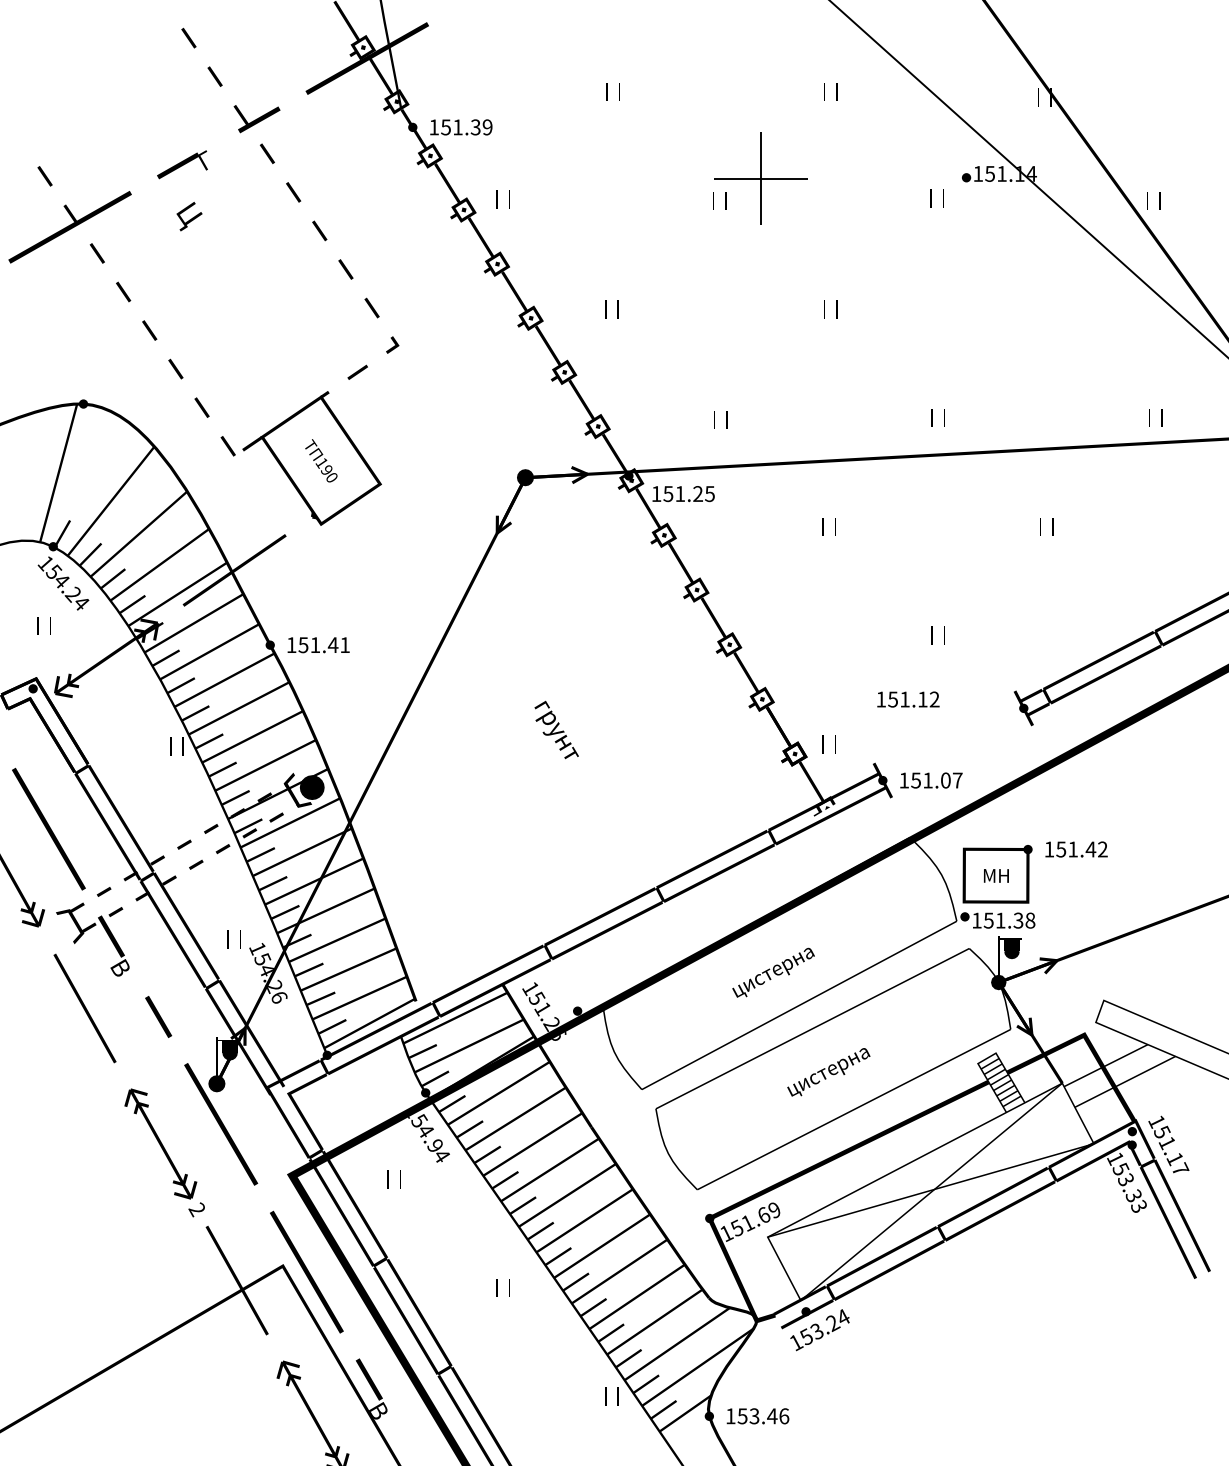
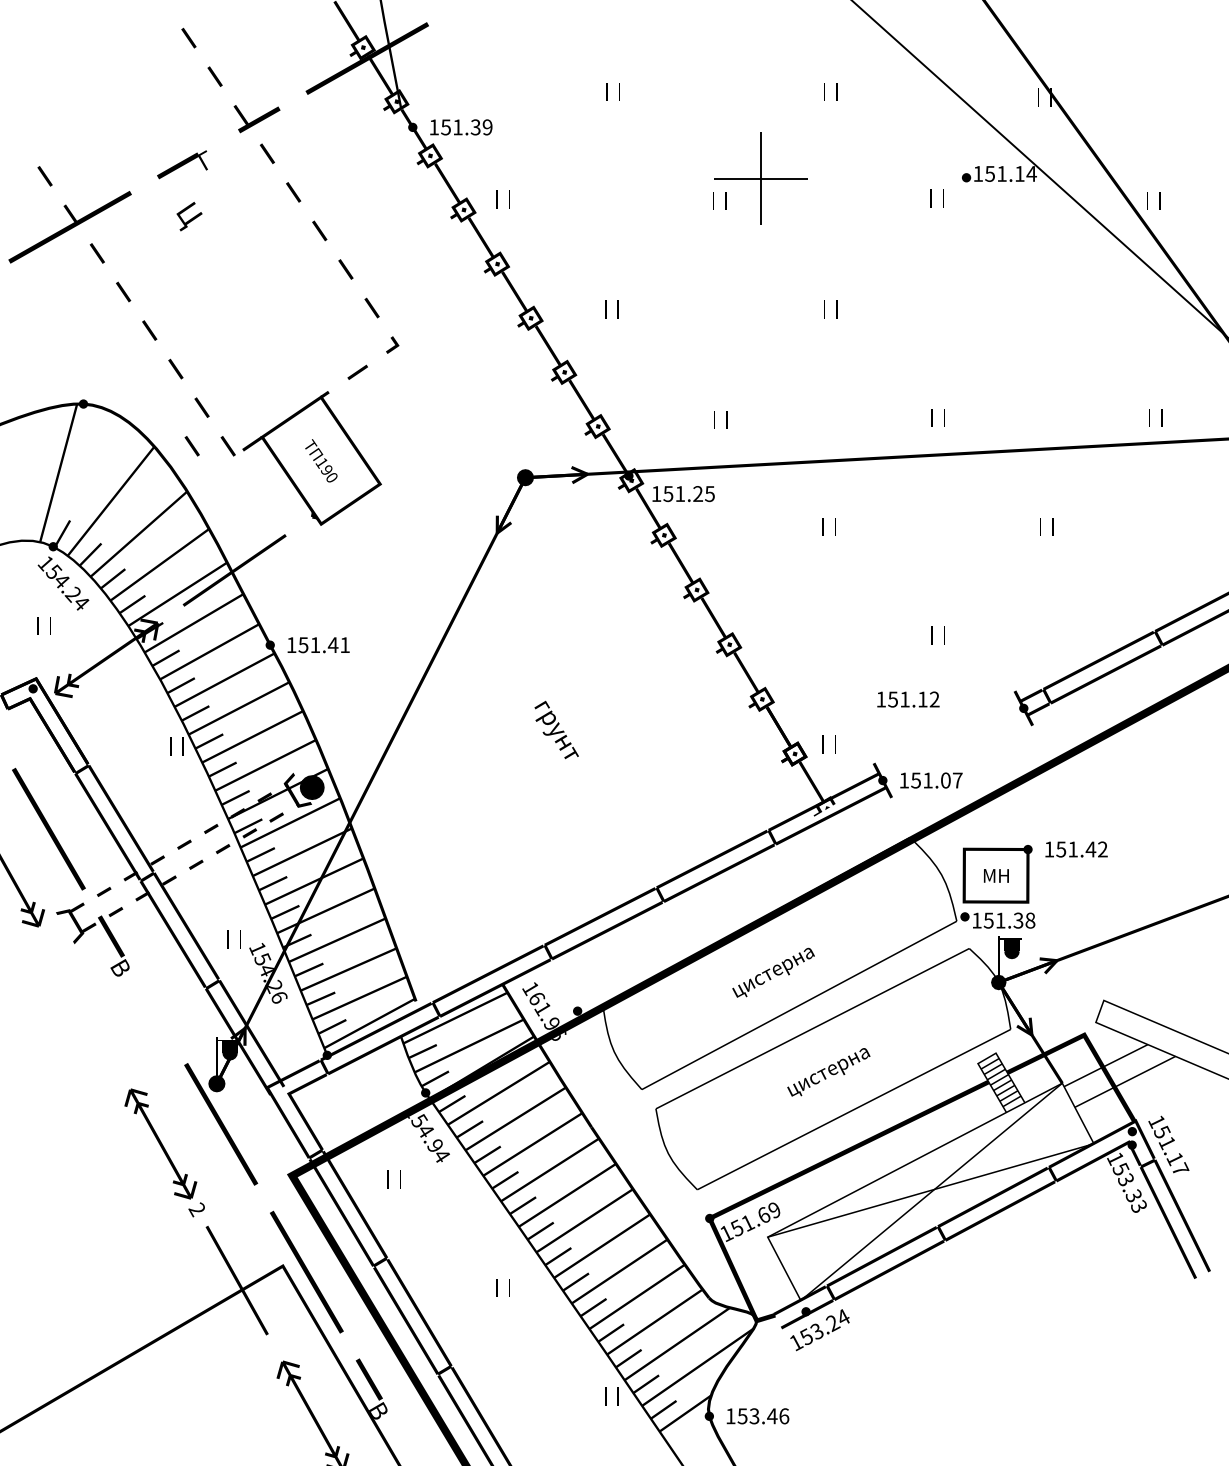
line at (1028, 178) position: (1028, 178) -> (1039, 168)
line at (191, 446): none -> present
fill at (84, 1008): present -> none
text at (543, 1011): 151.26 -> 161.96
fill at (158, 1016): present -> none
